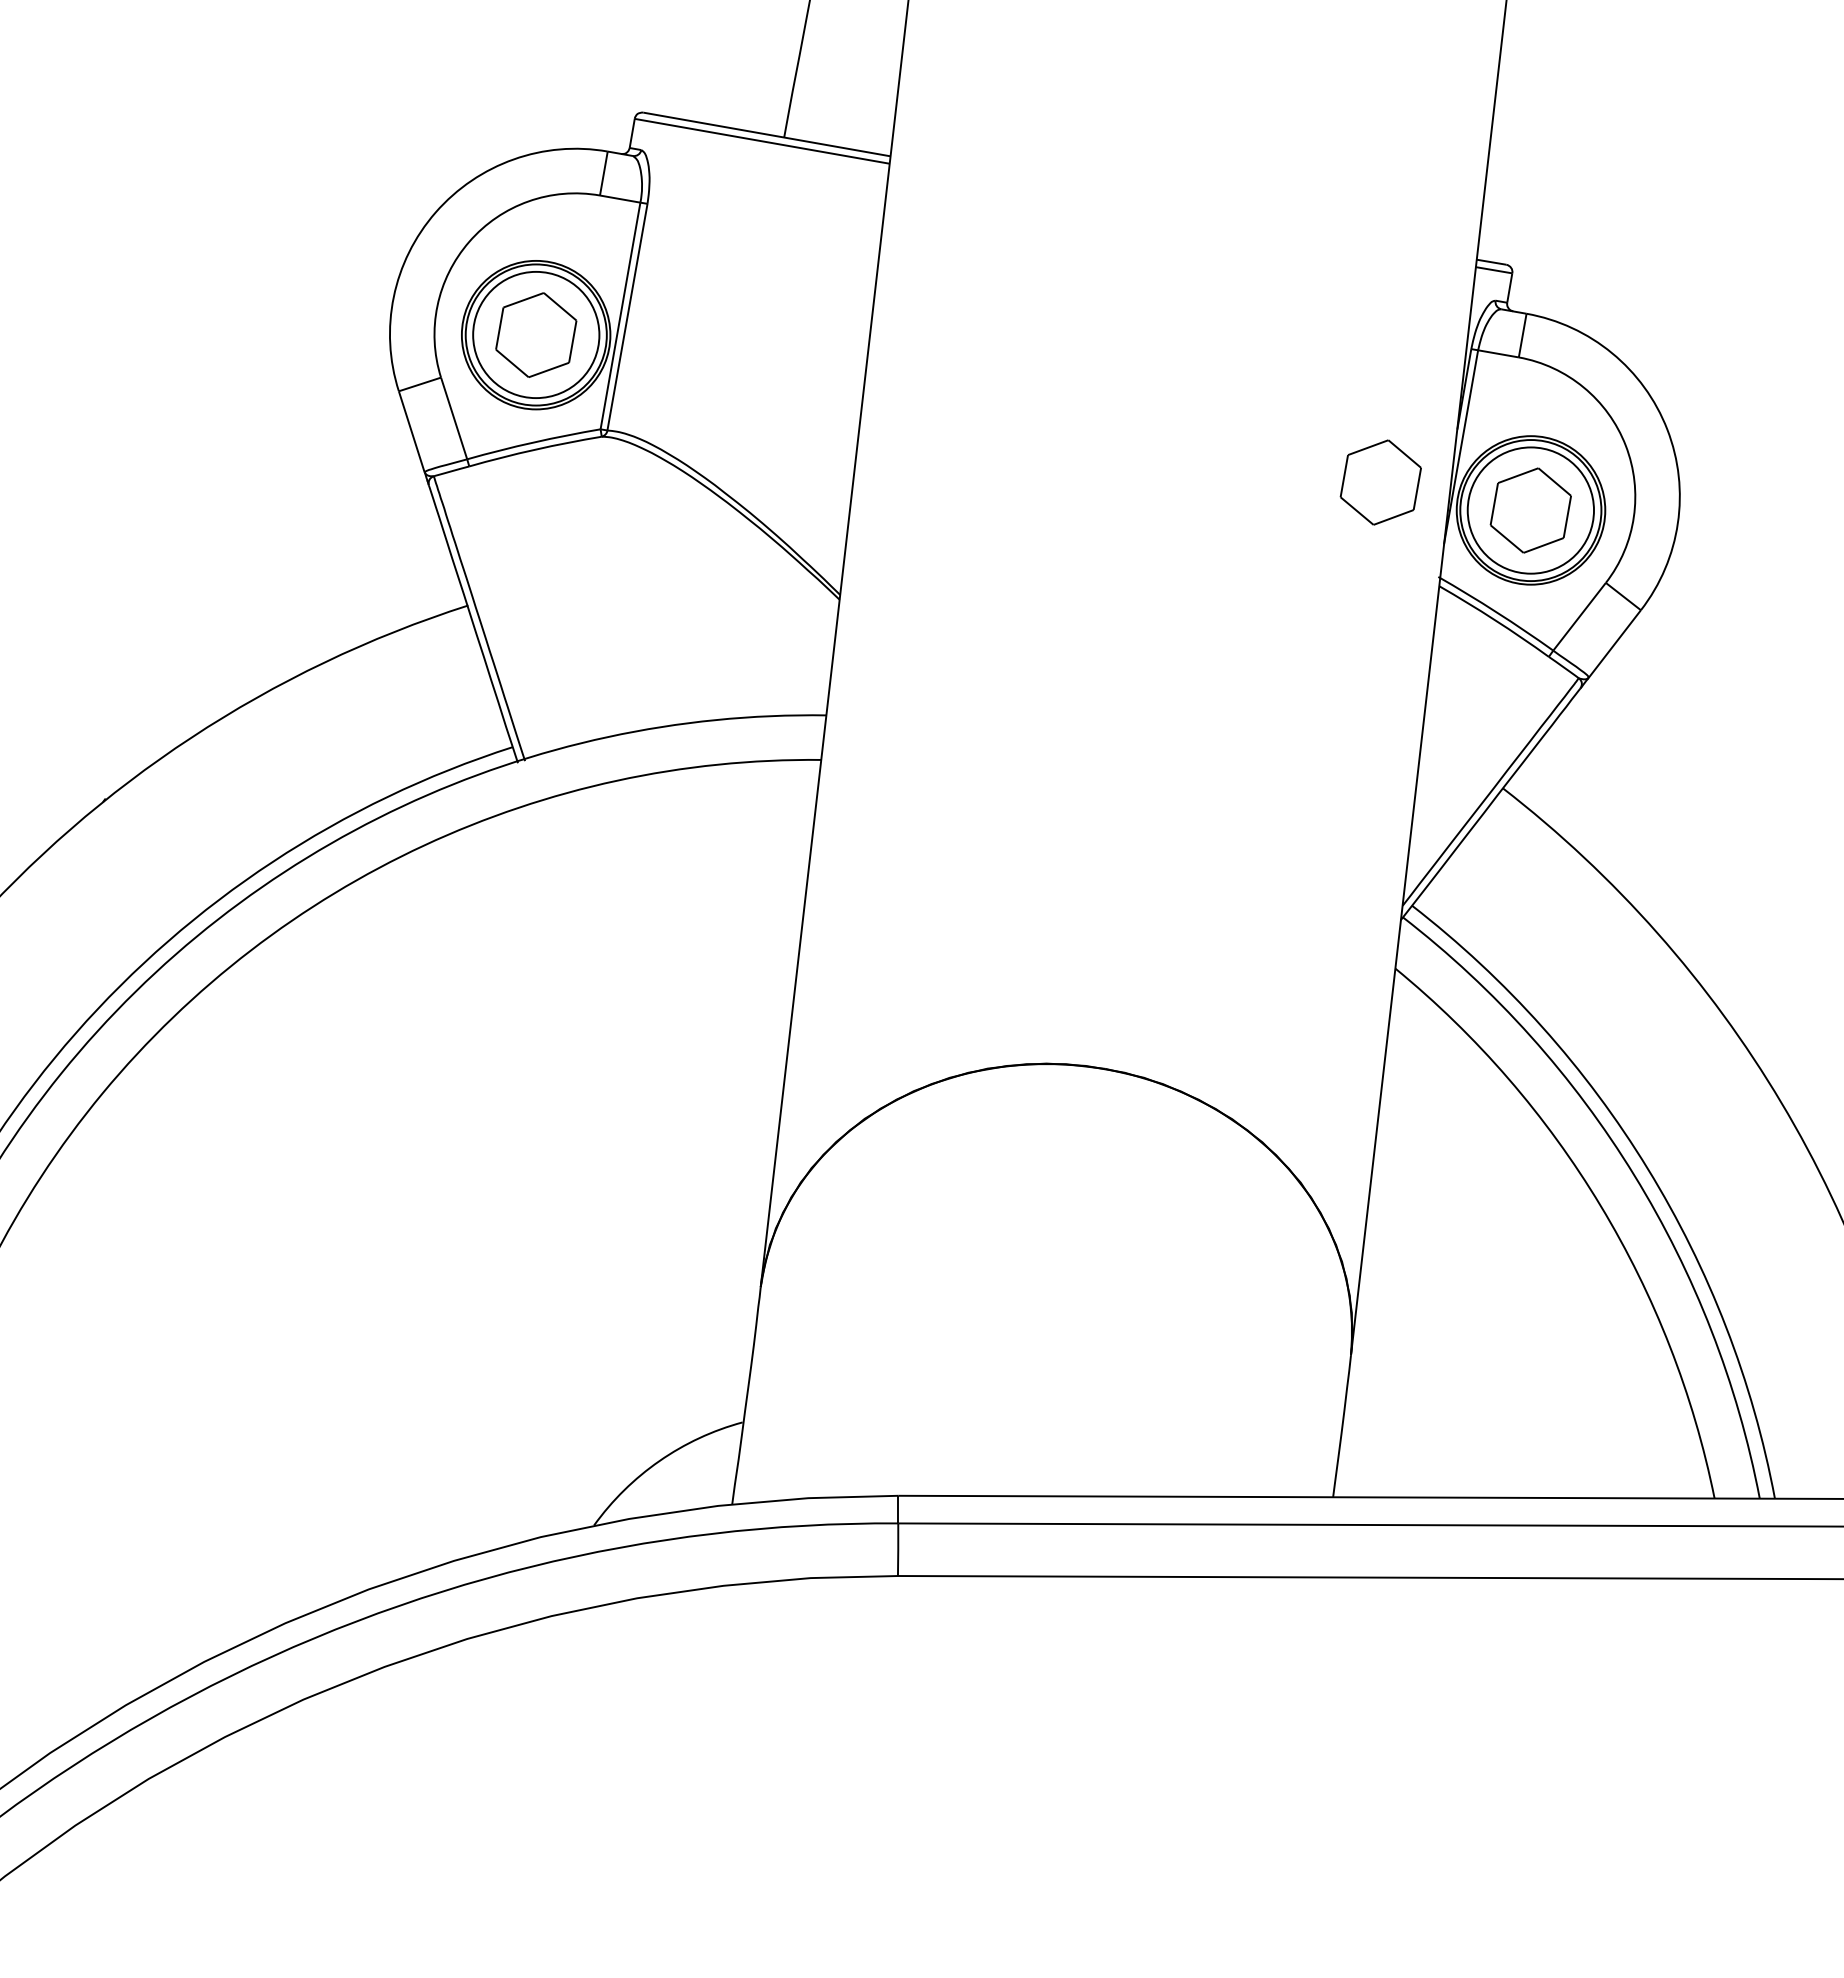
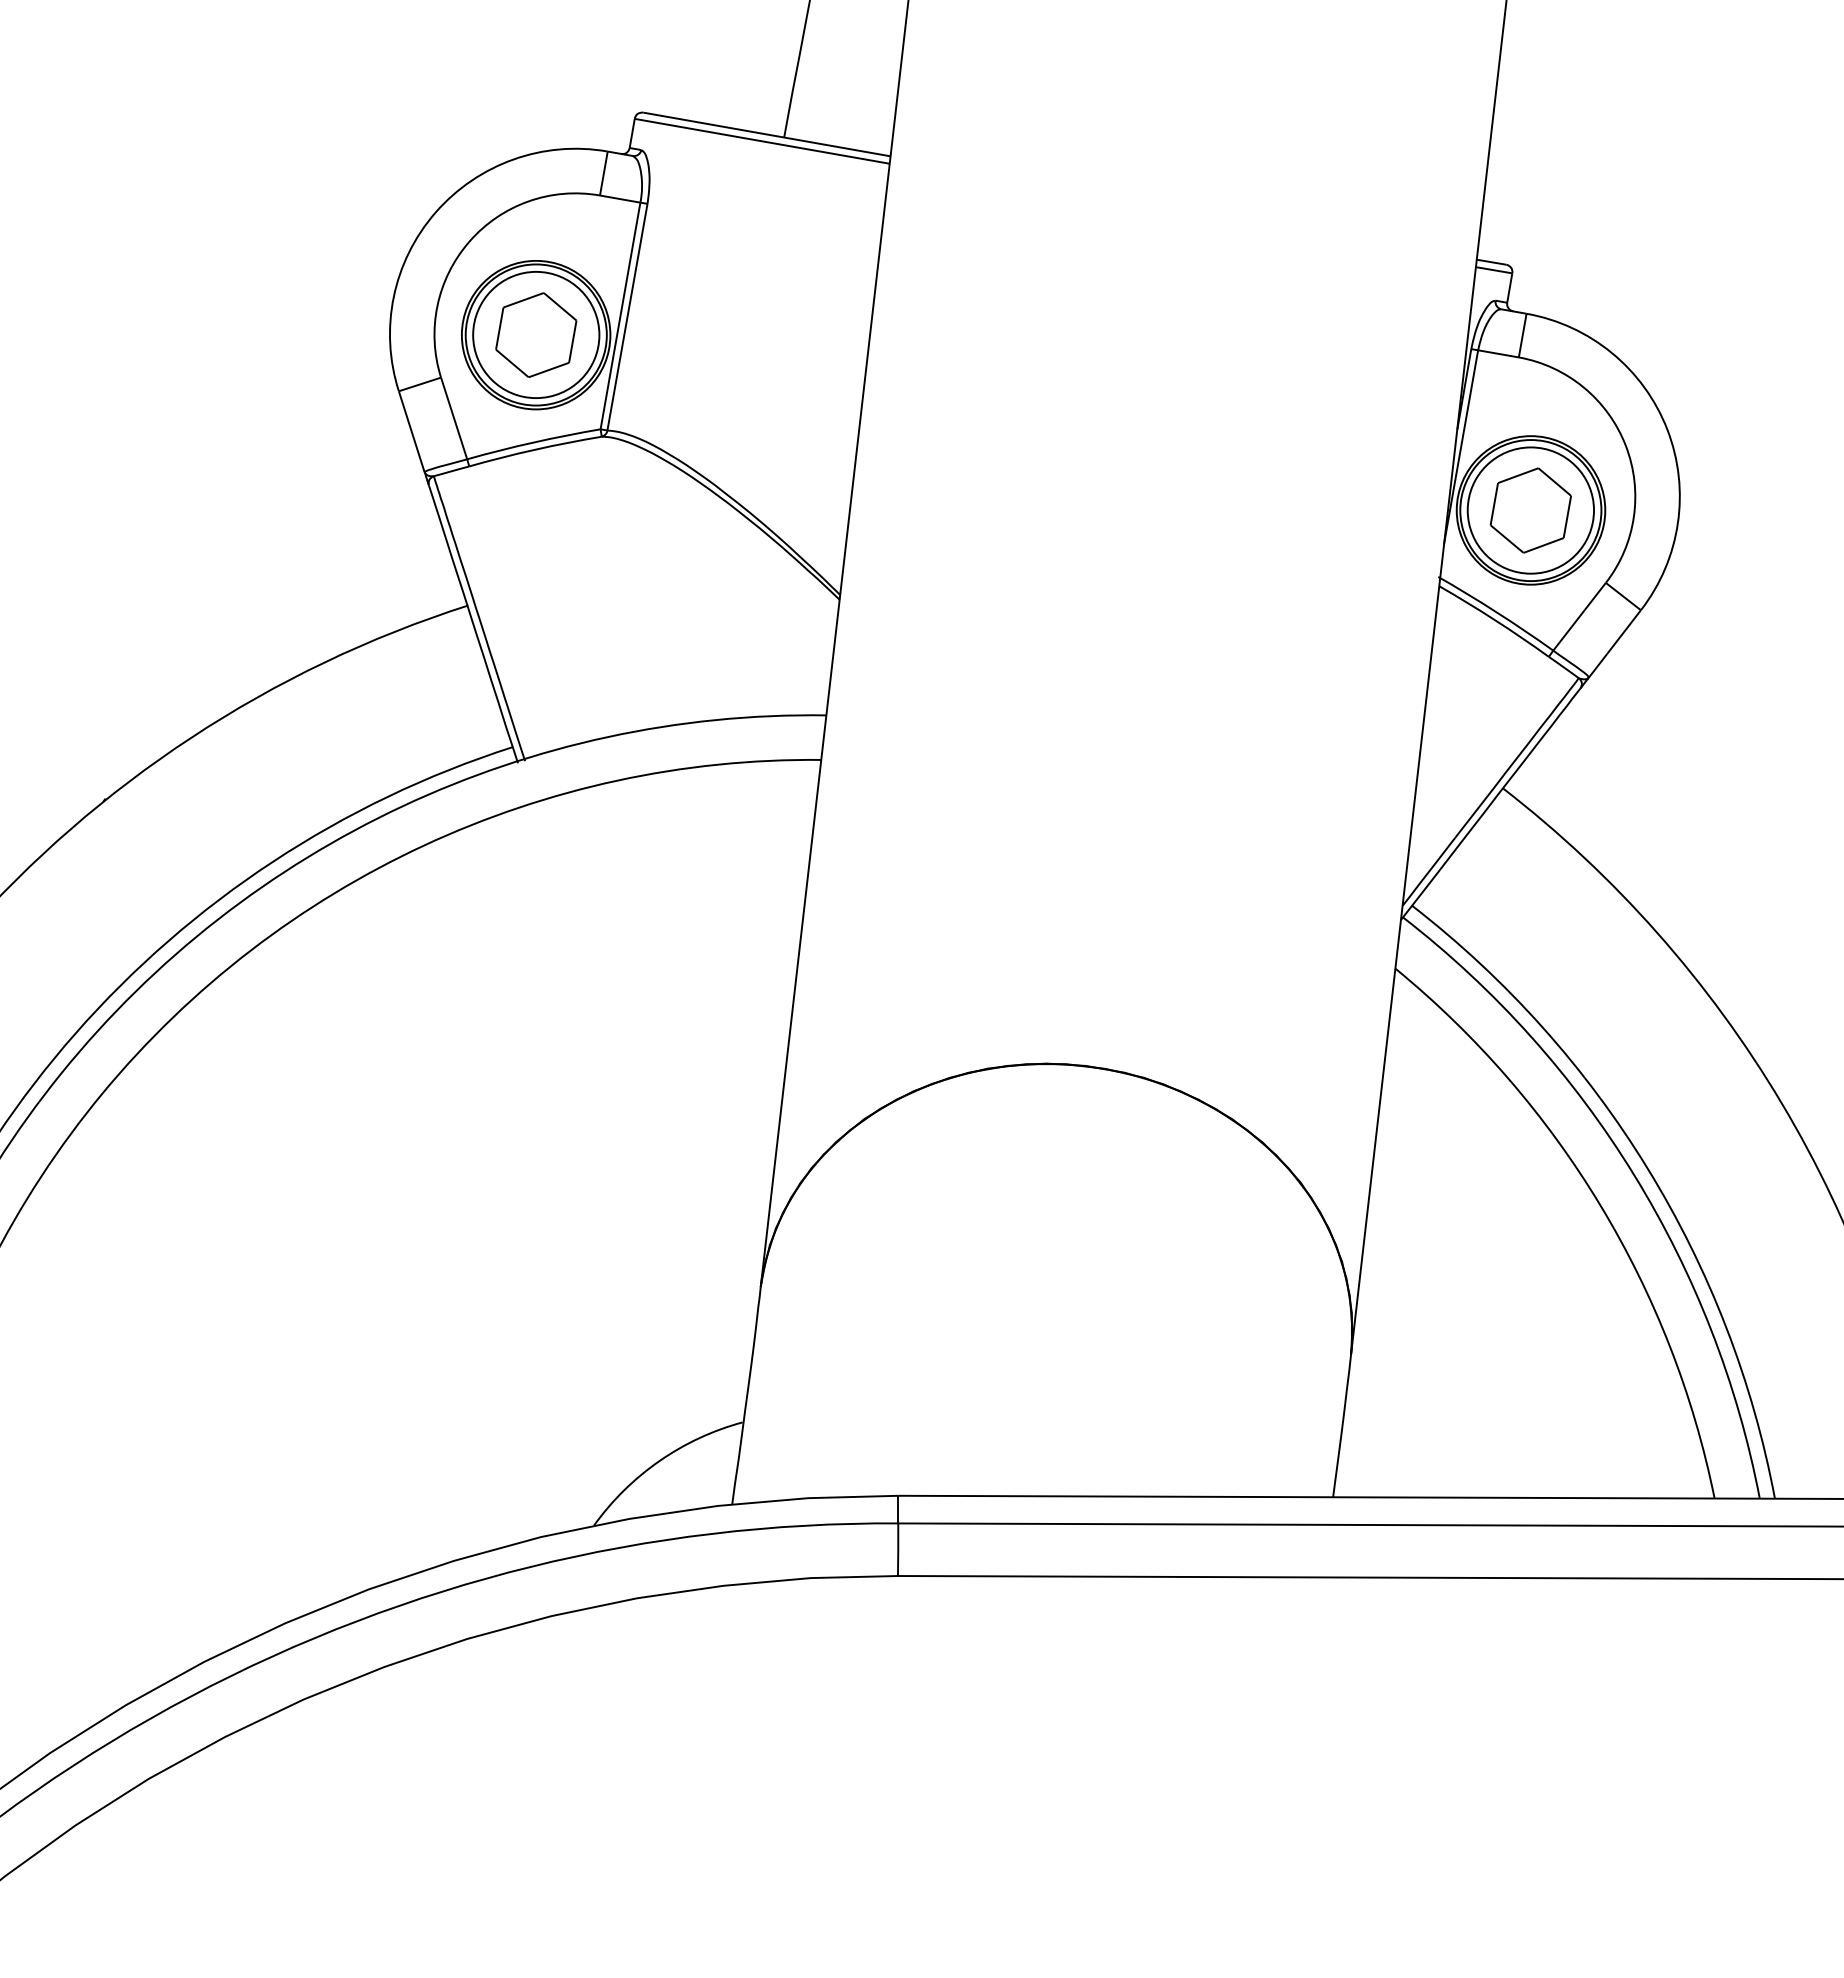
part at (1380, 482): present -> none
